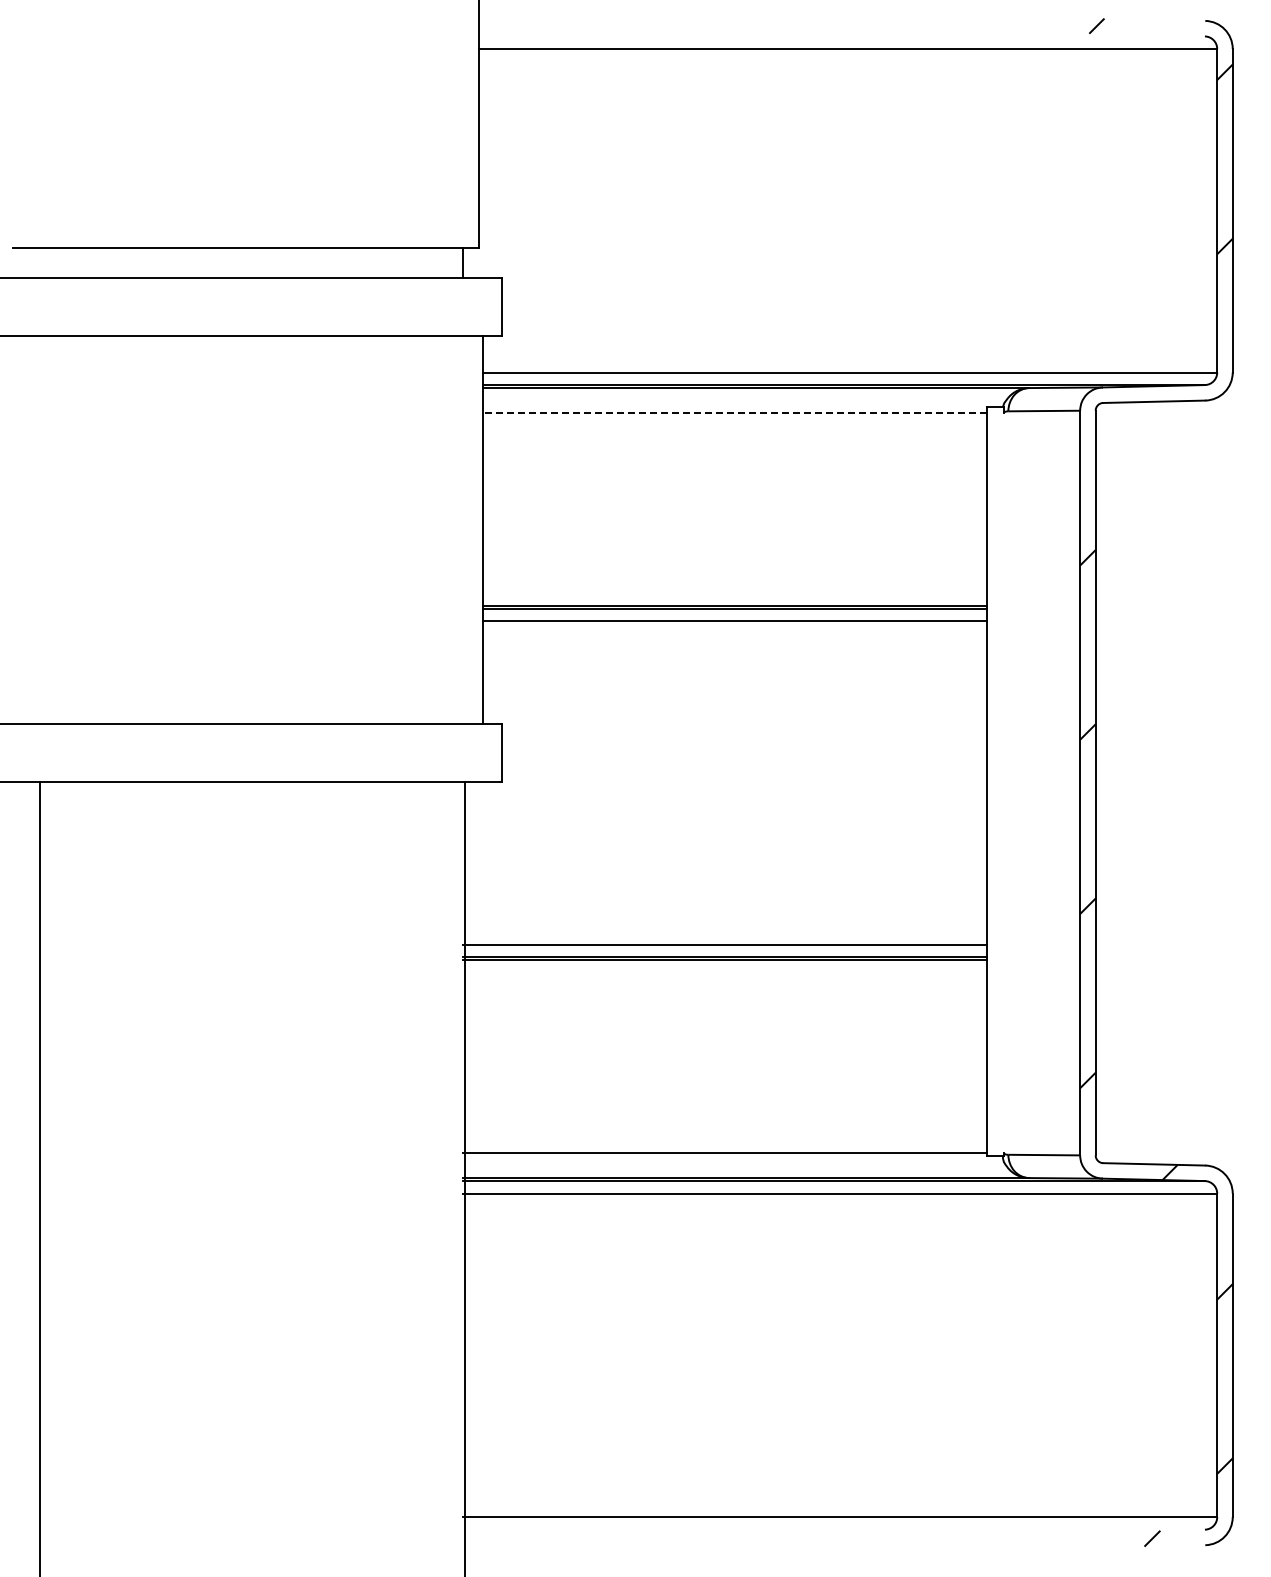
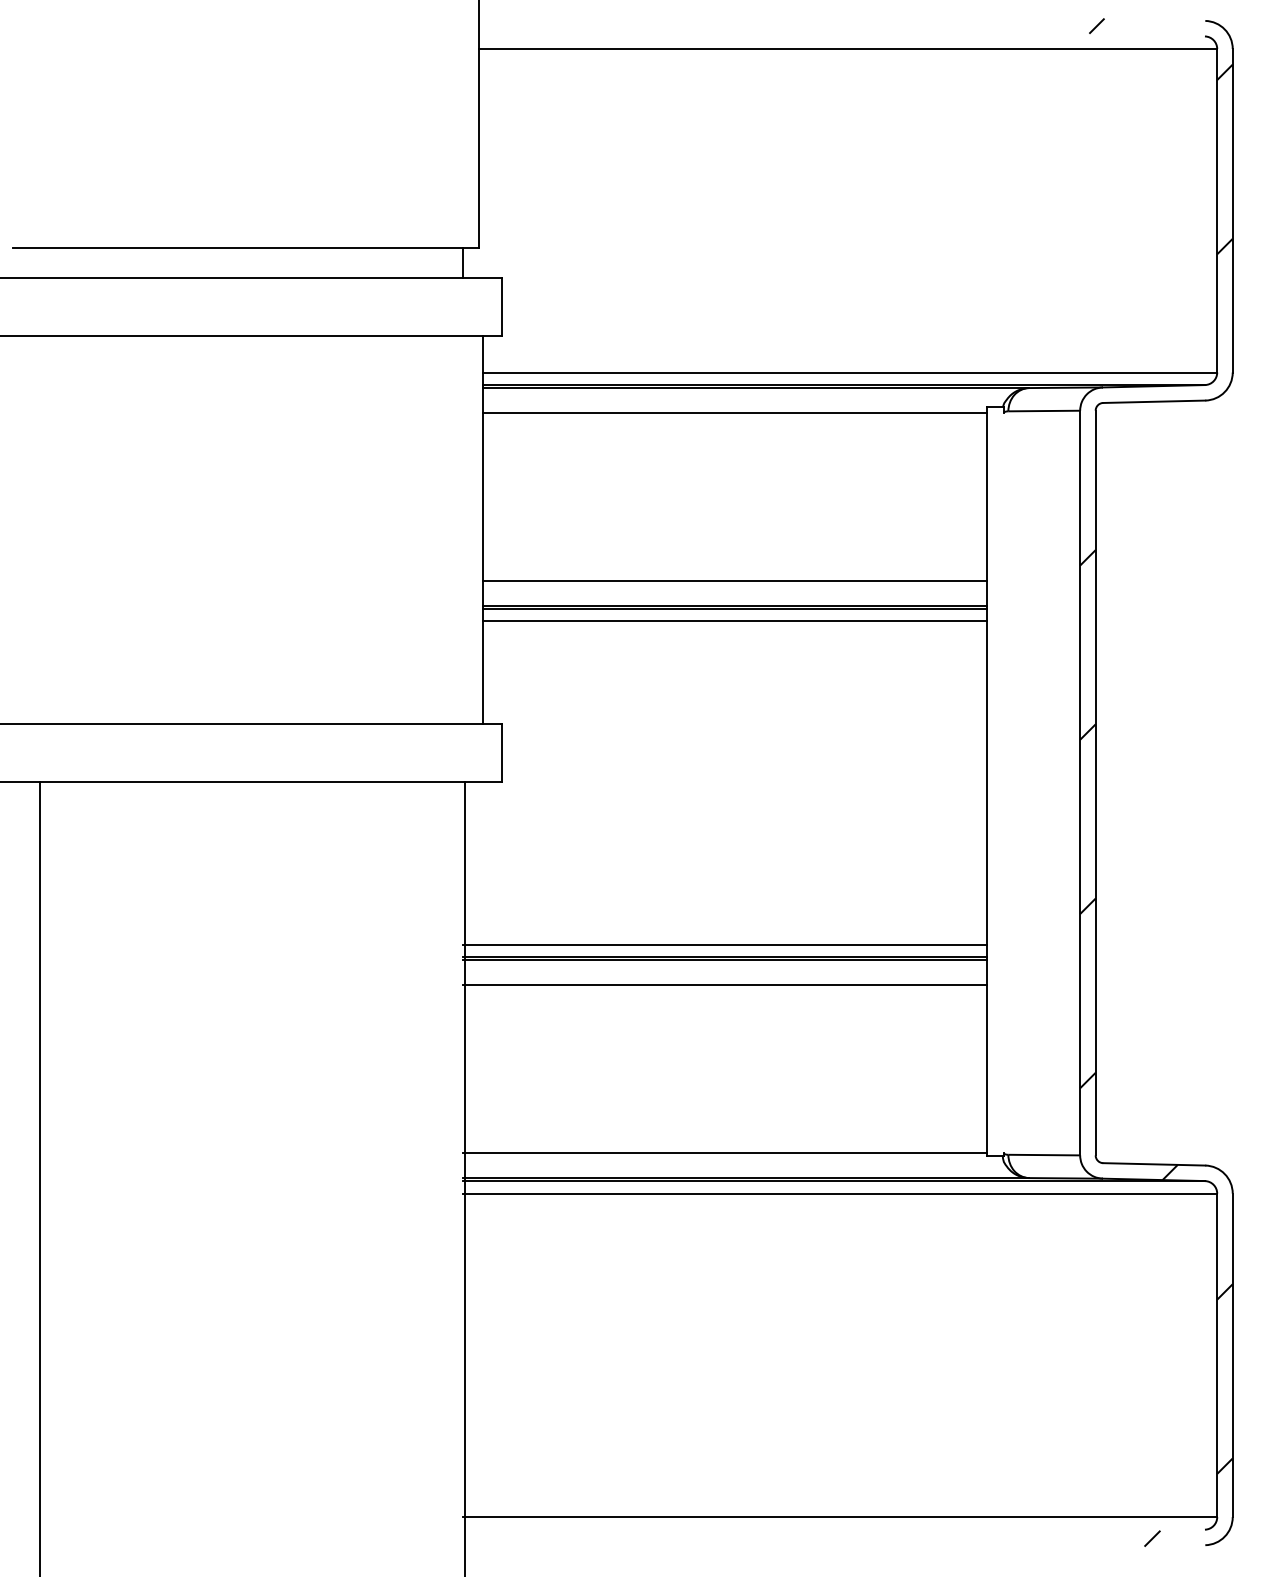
line at (734, 412): dashed -> solid
line at (734, 580): none -> present
line at (725, 985): none -> present
